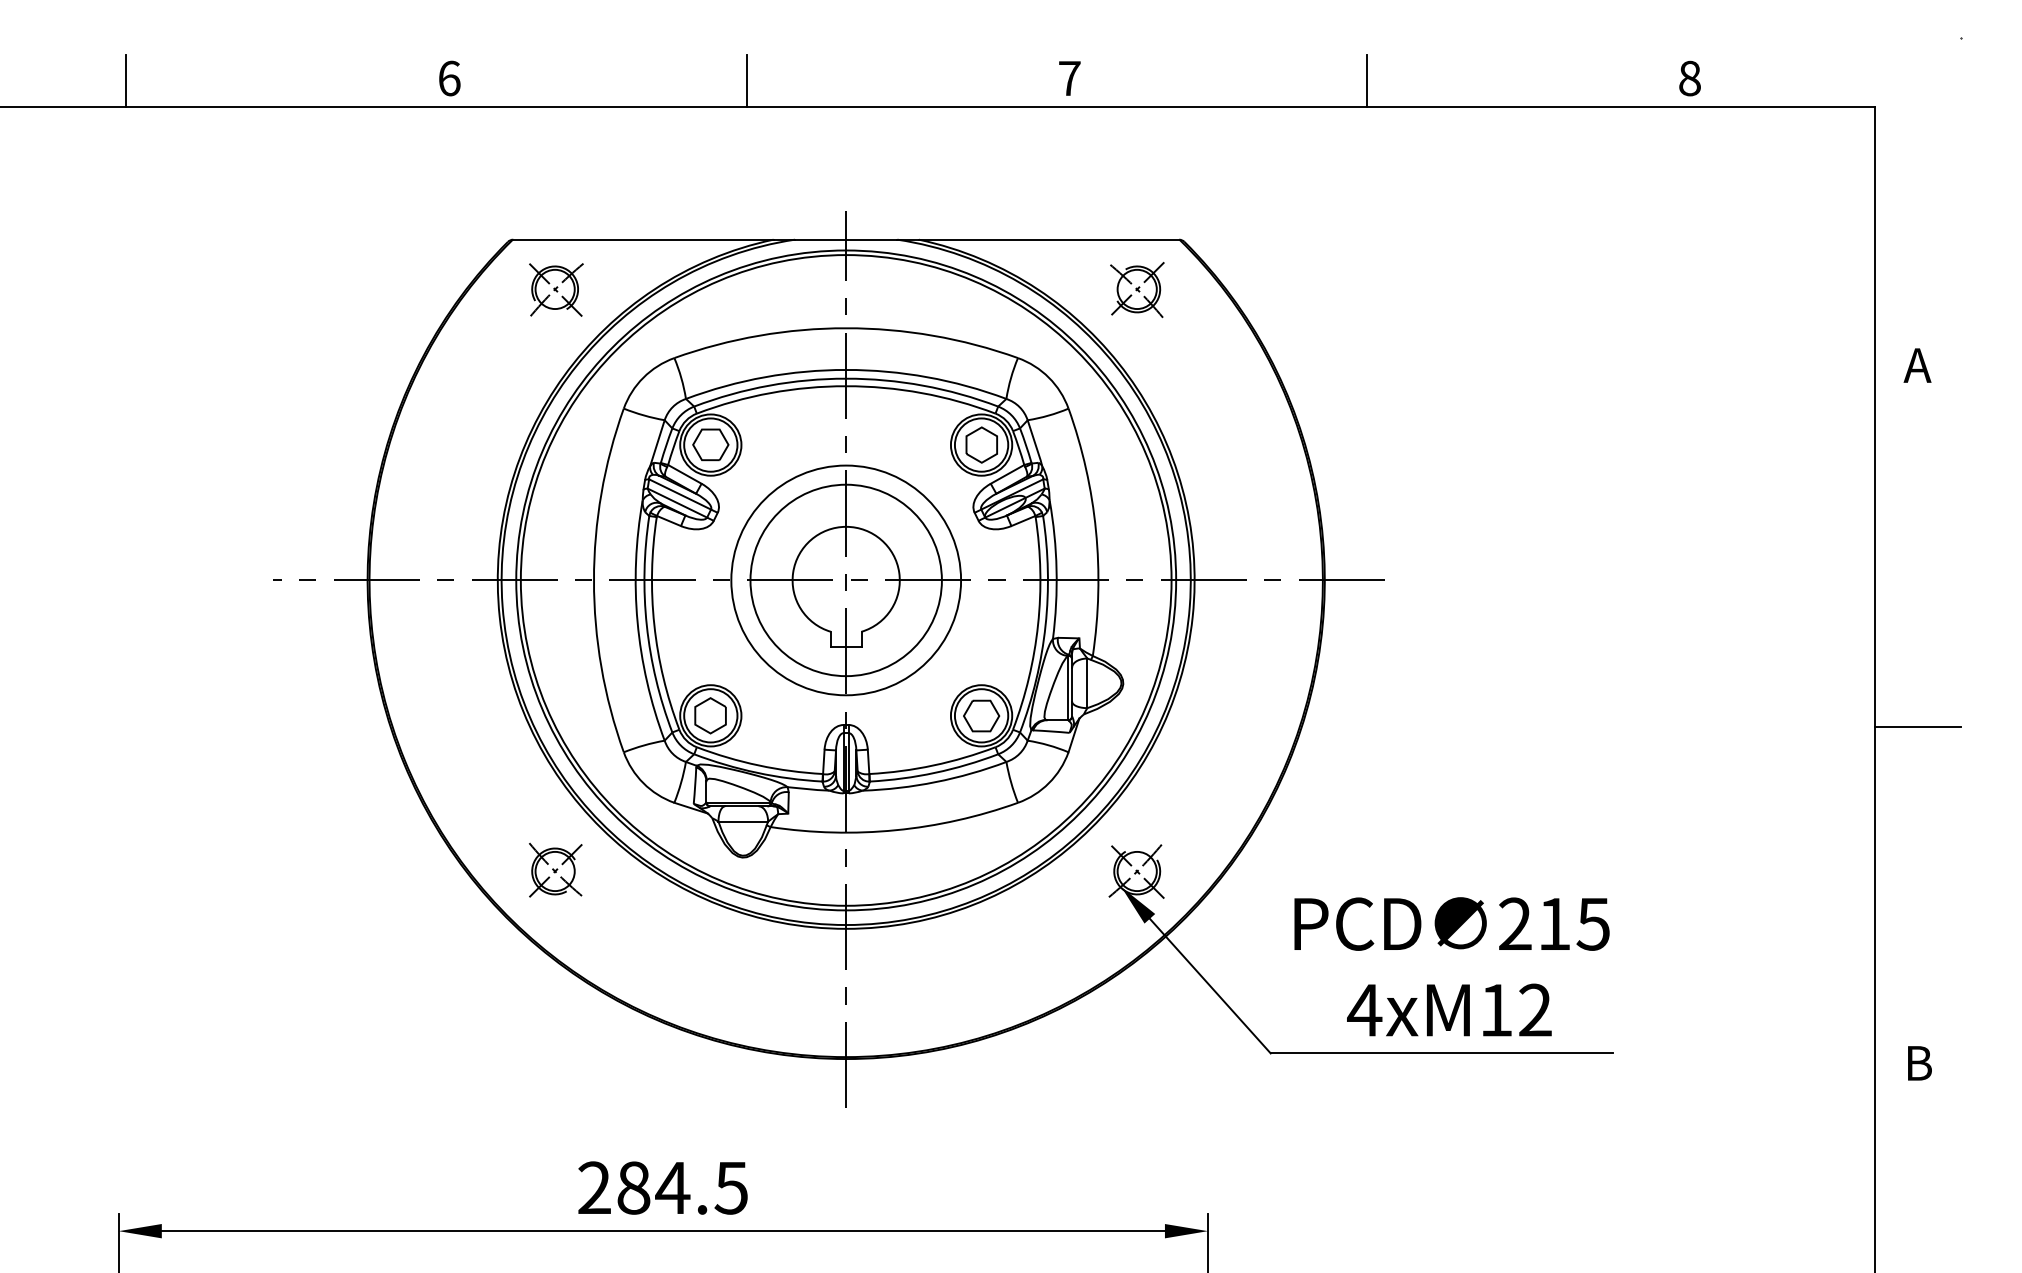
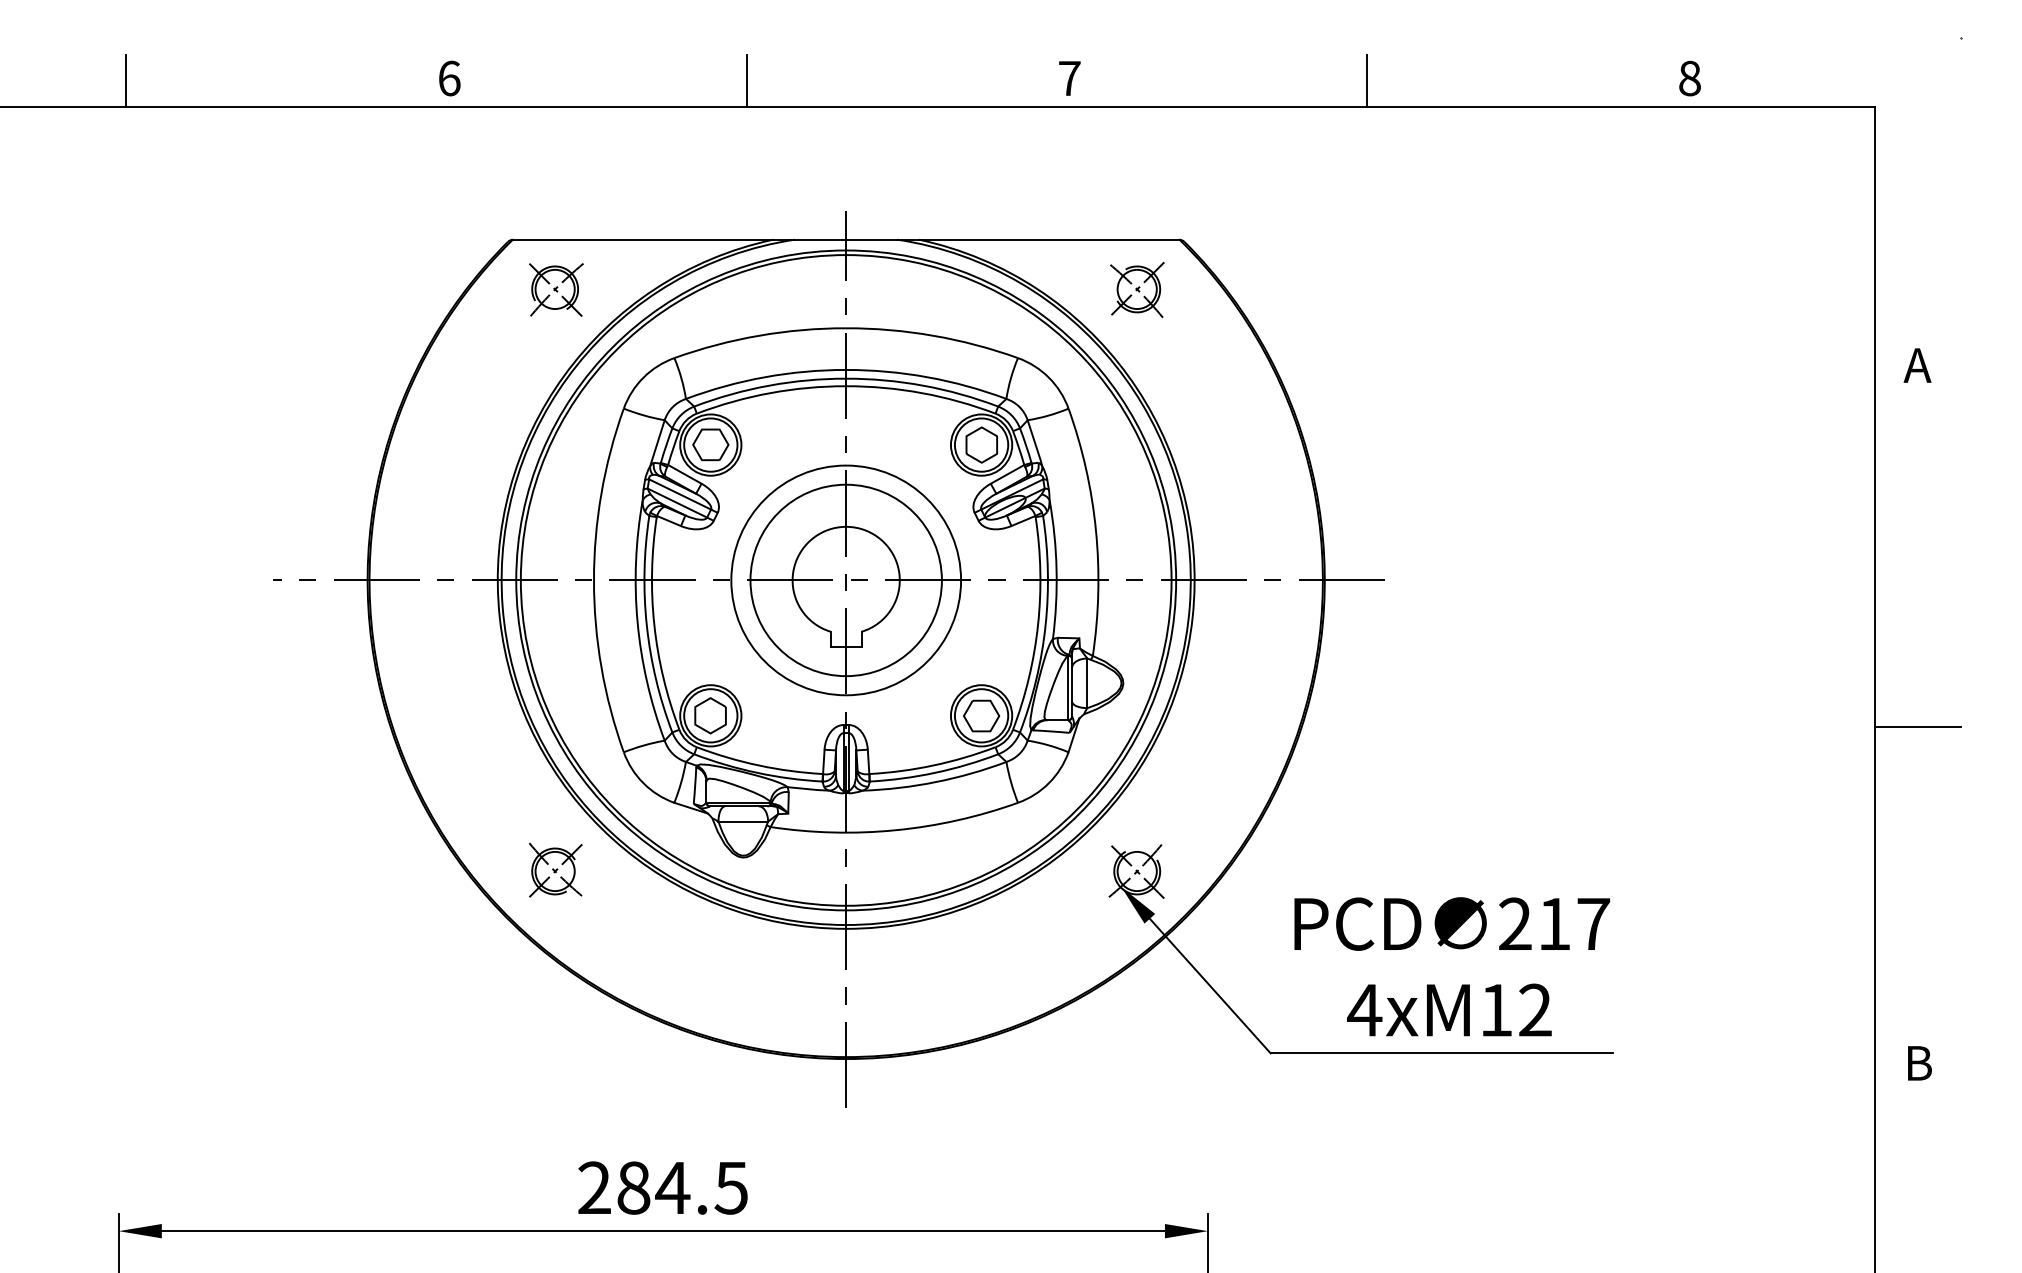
text at (1593, 924): 215 -> 217
